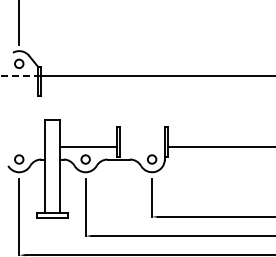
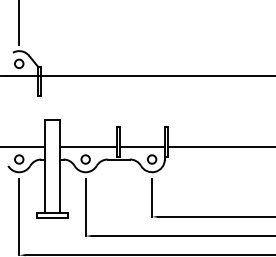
line at (19, 76): dashed -> solid
line at (23, 147): none -> present
line at (142, 147): none -> present
